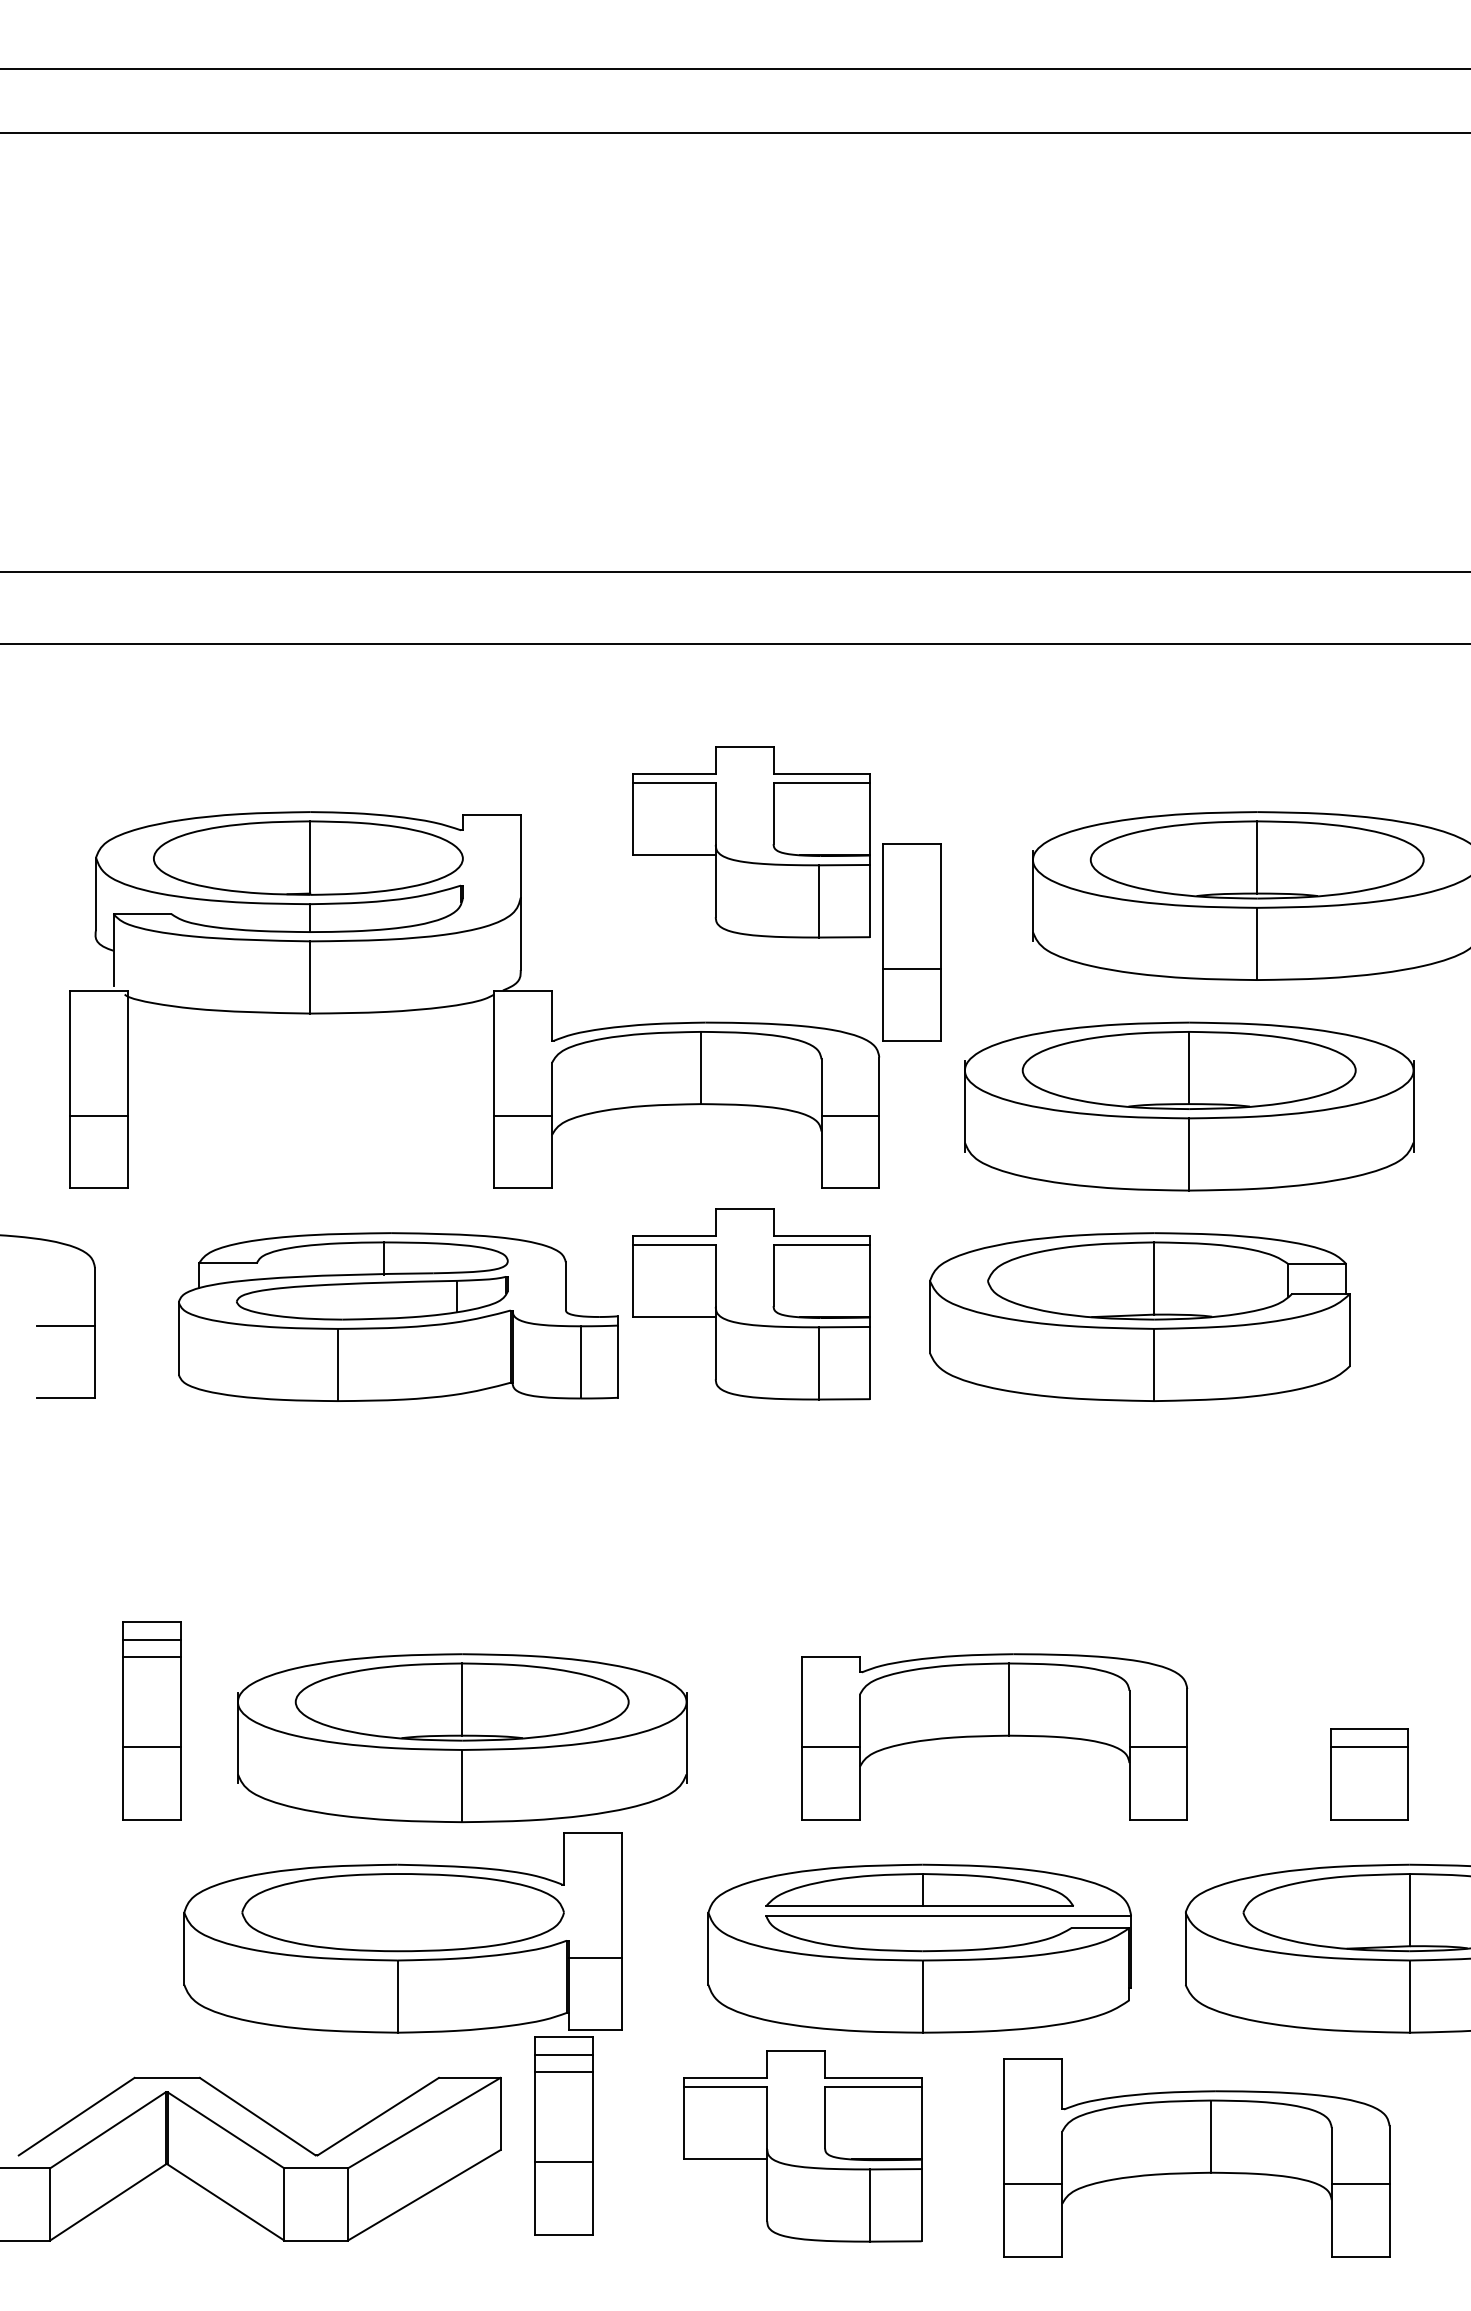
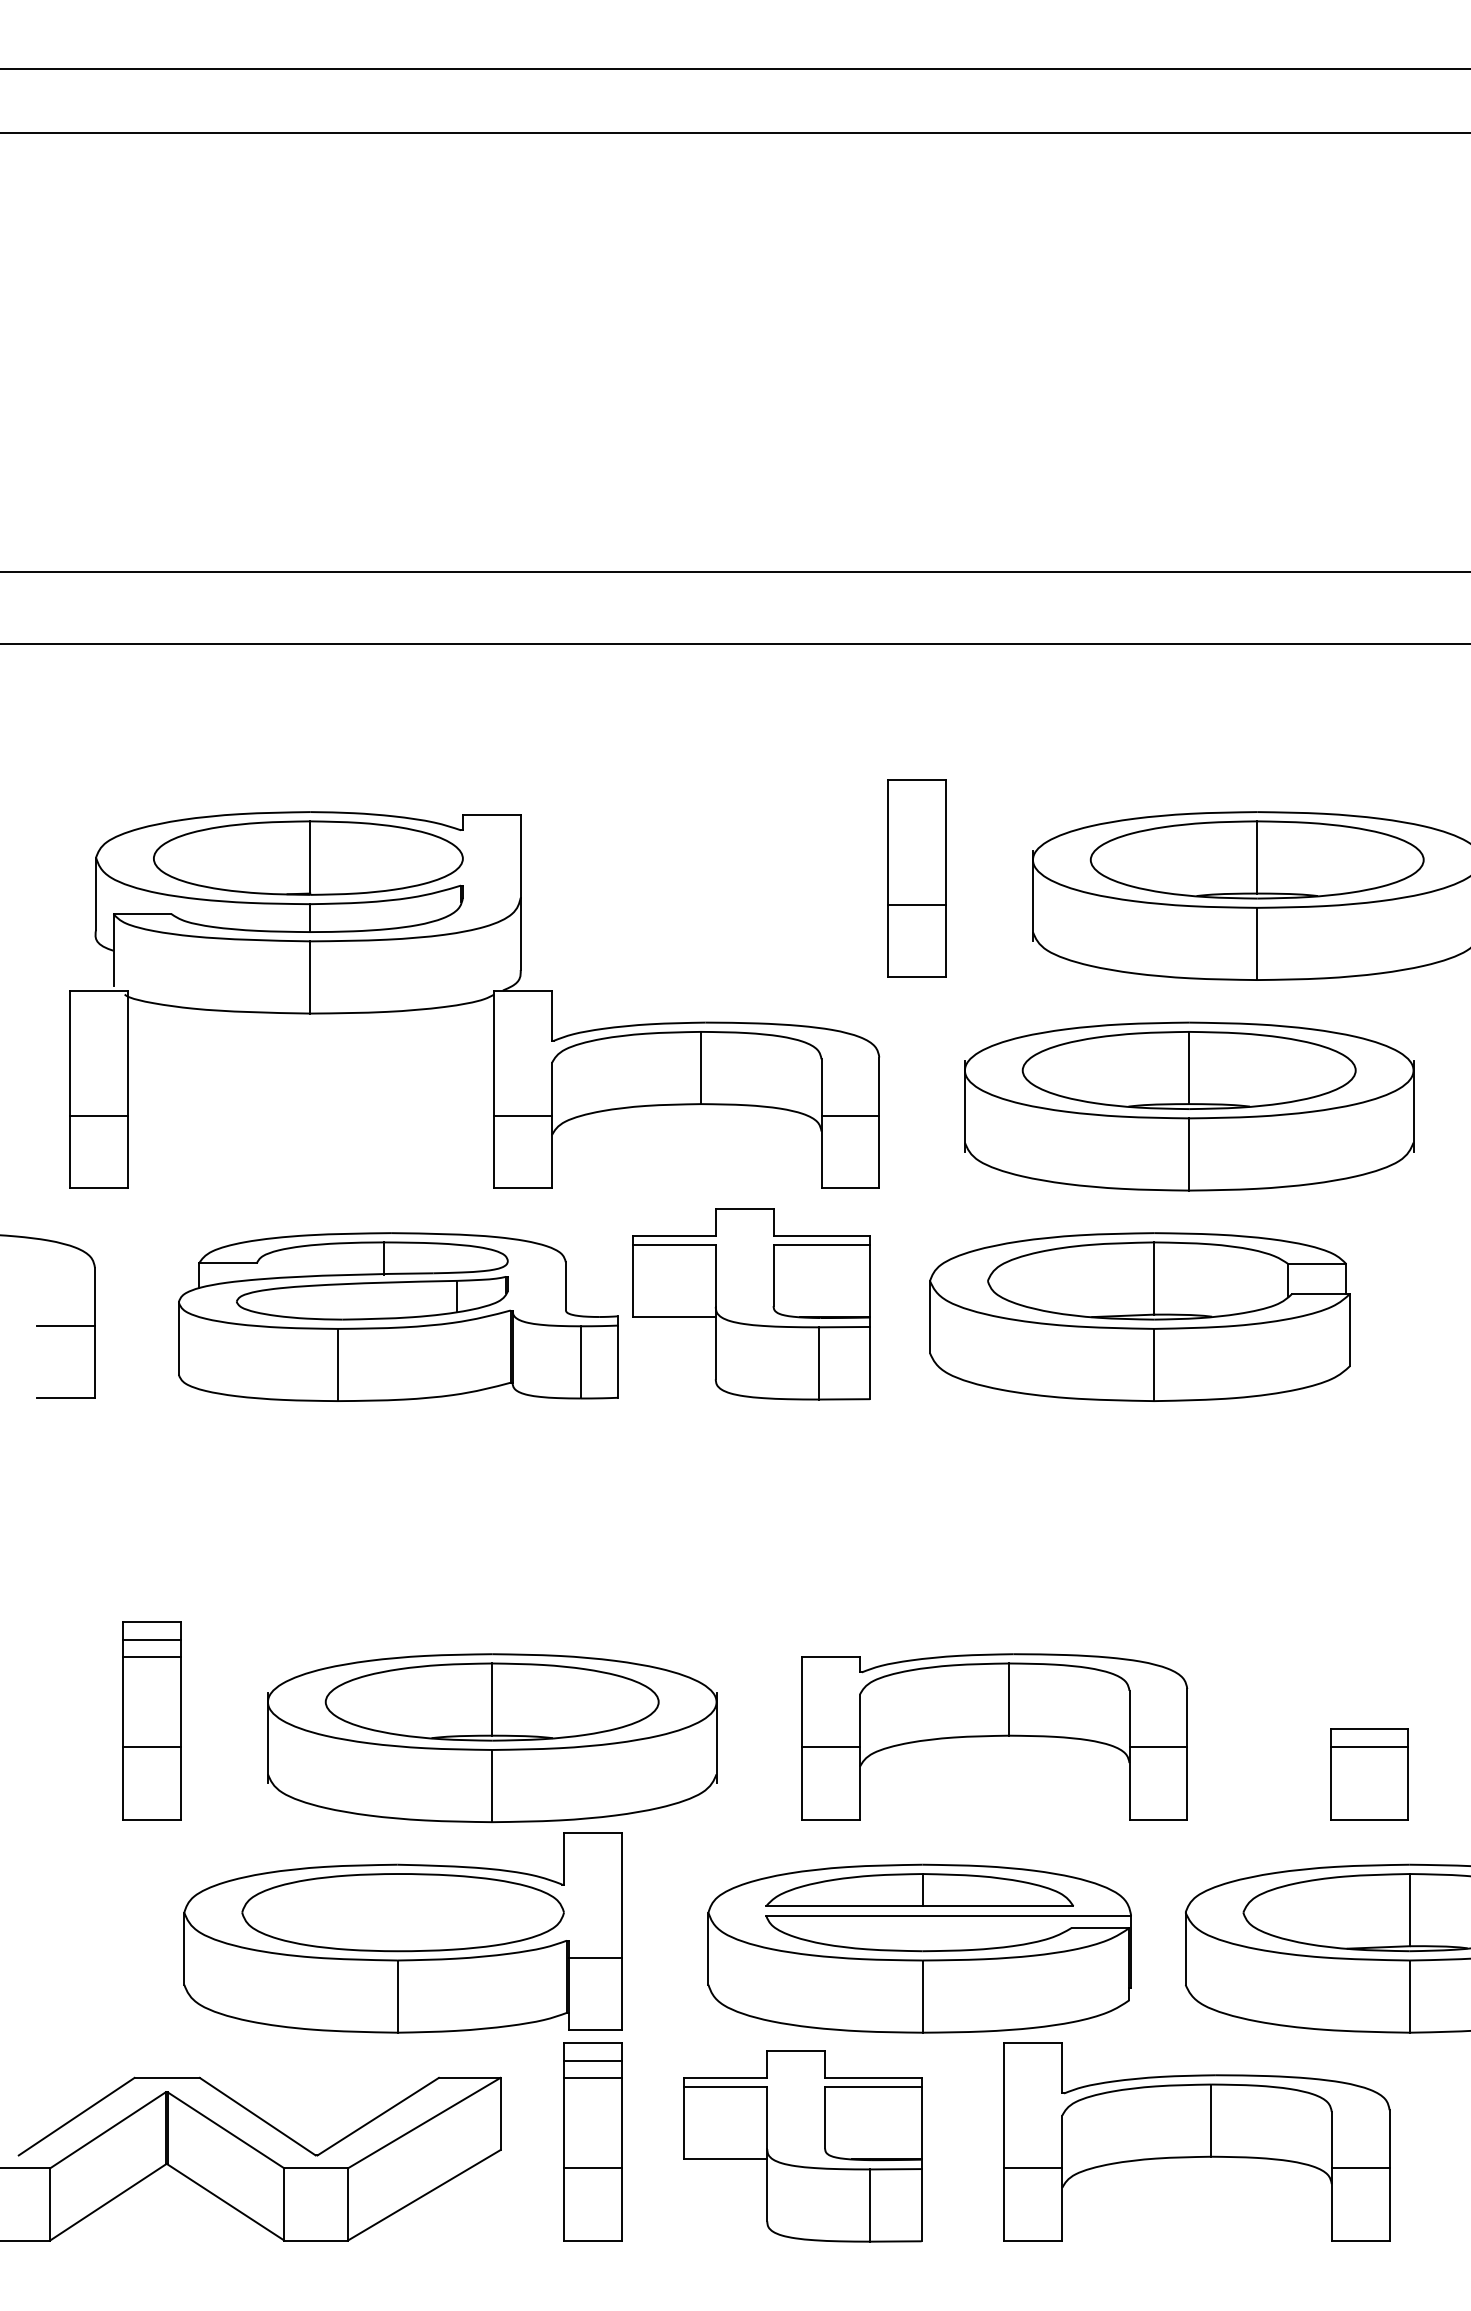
part at (751, 842): present -> none
part at (911, 942) position: (911, 942) -> (916, 878)
part at (462, 1738) position: (462, 1738) -> (492, 1738)
part at (563, 2135) position: (563, 2135) -> (592, 2141)
part at (1196, 2157) position: (1196, 2157) -> (1196, 2141)
